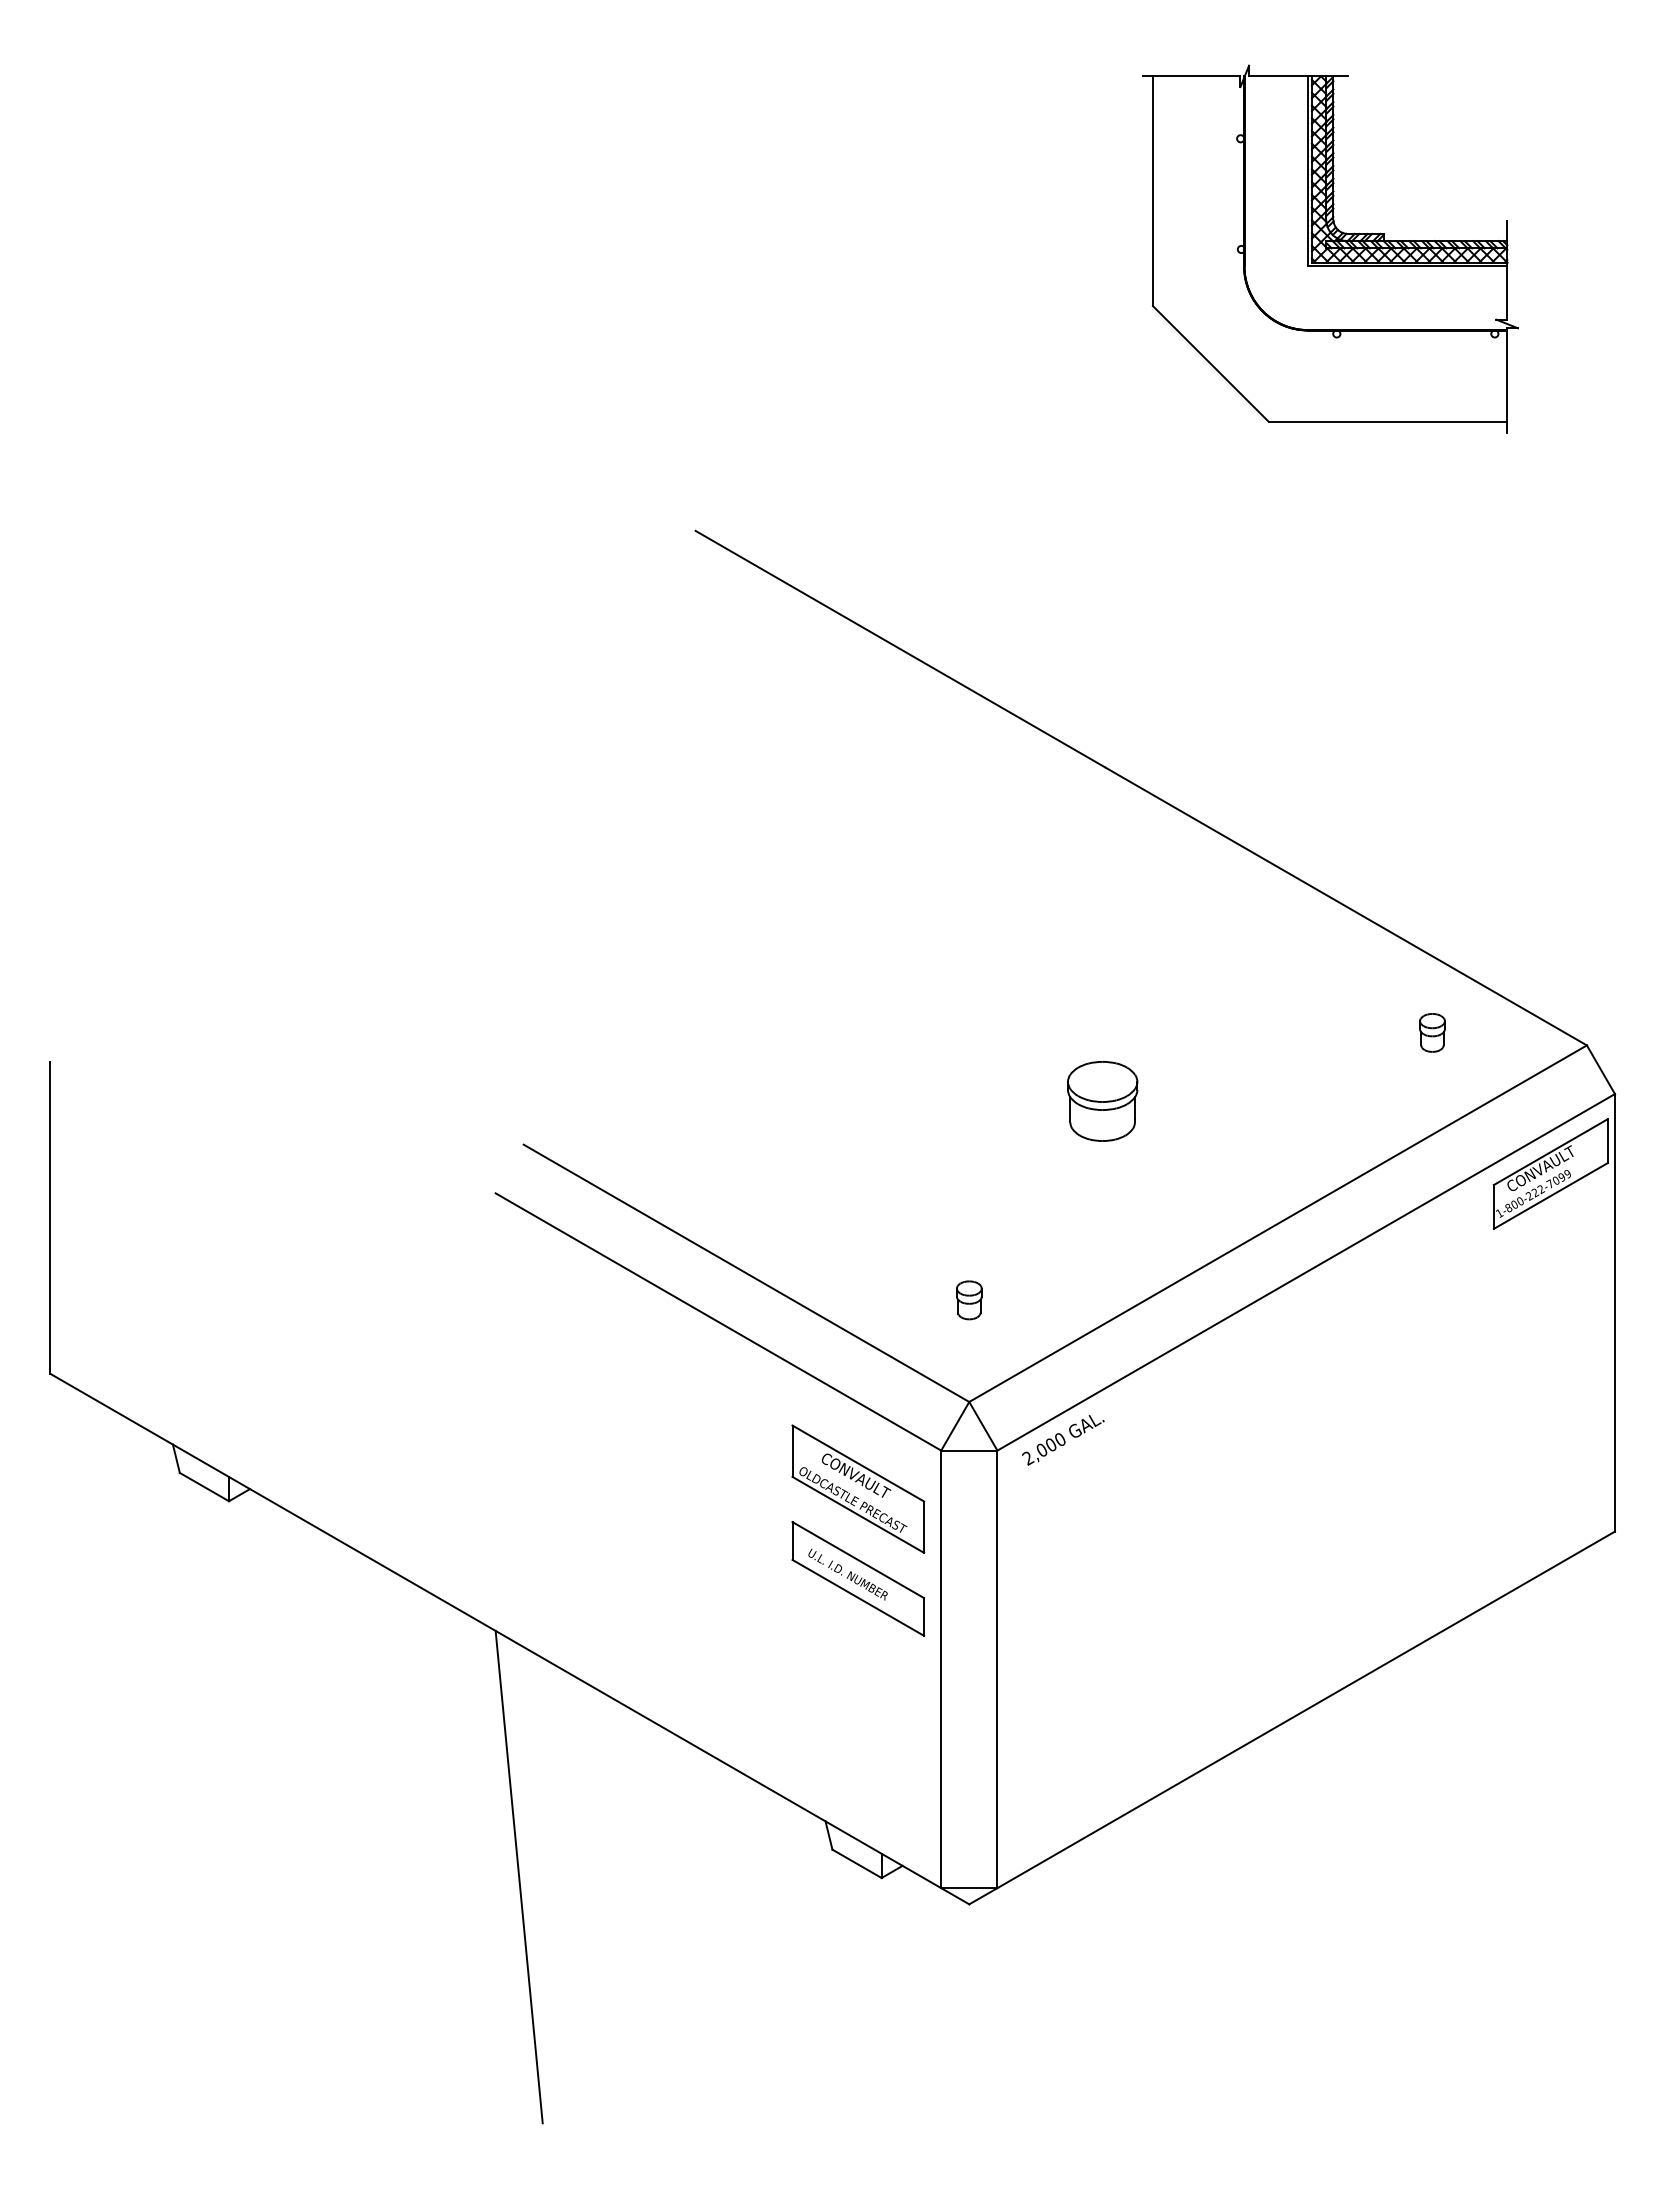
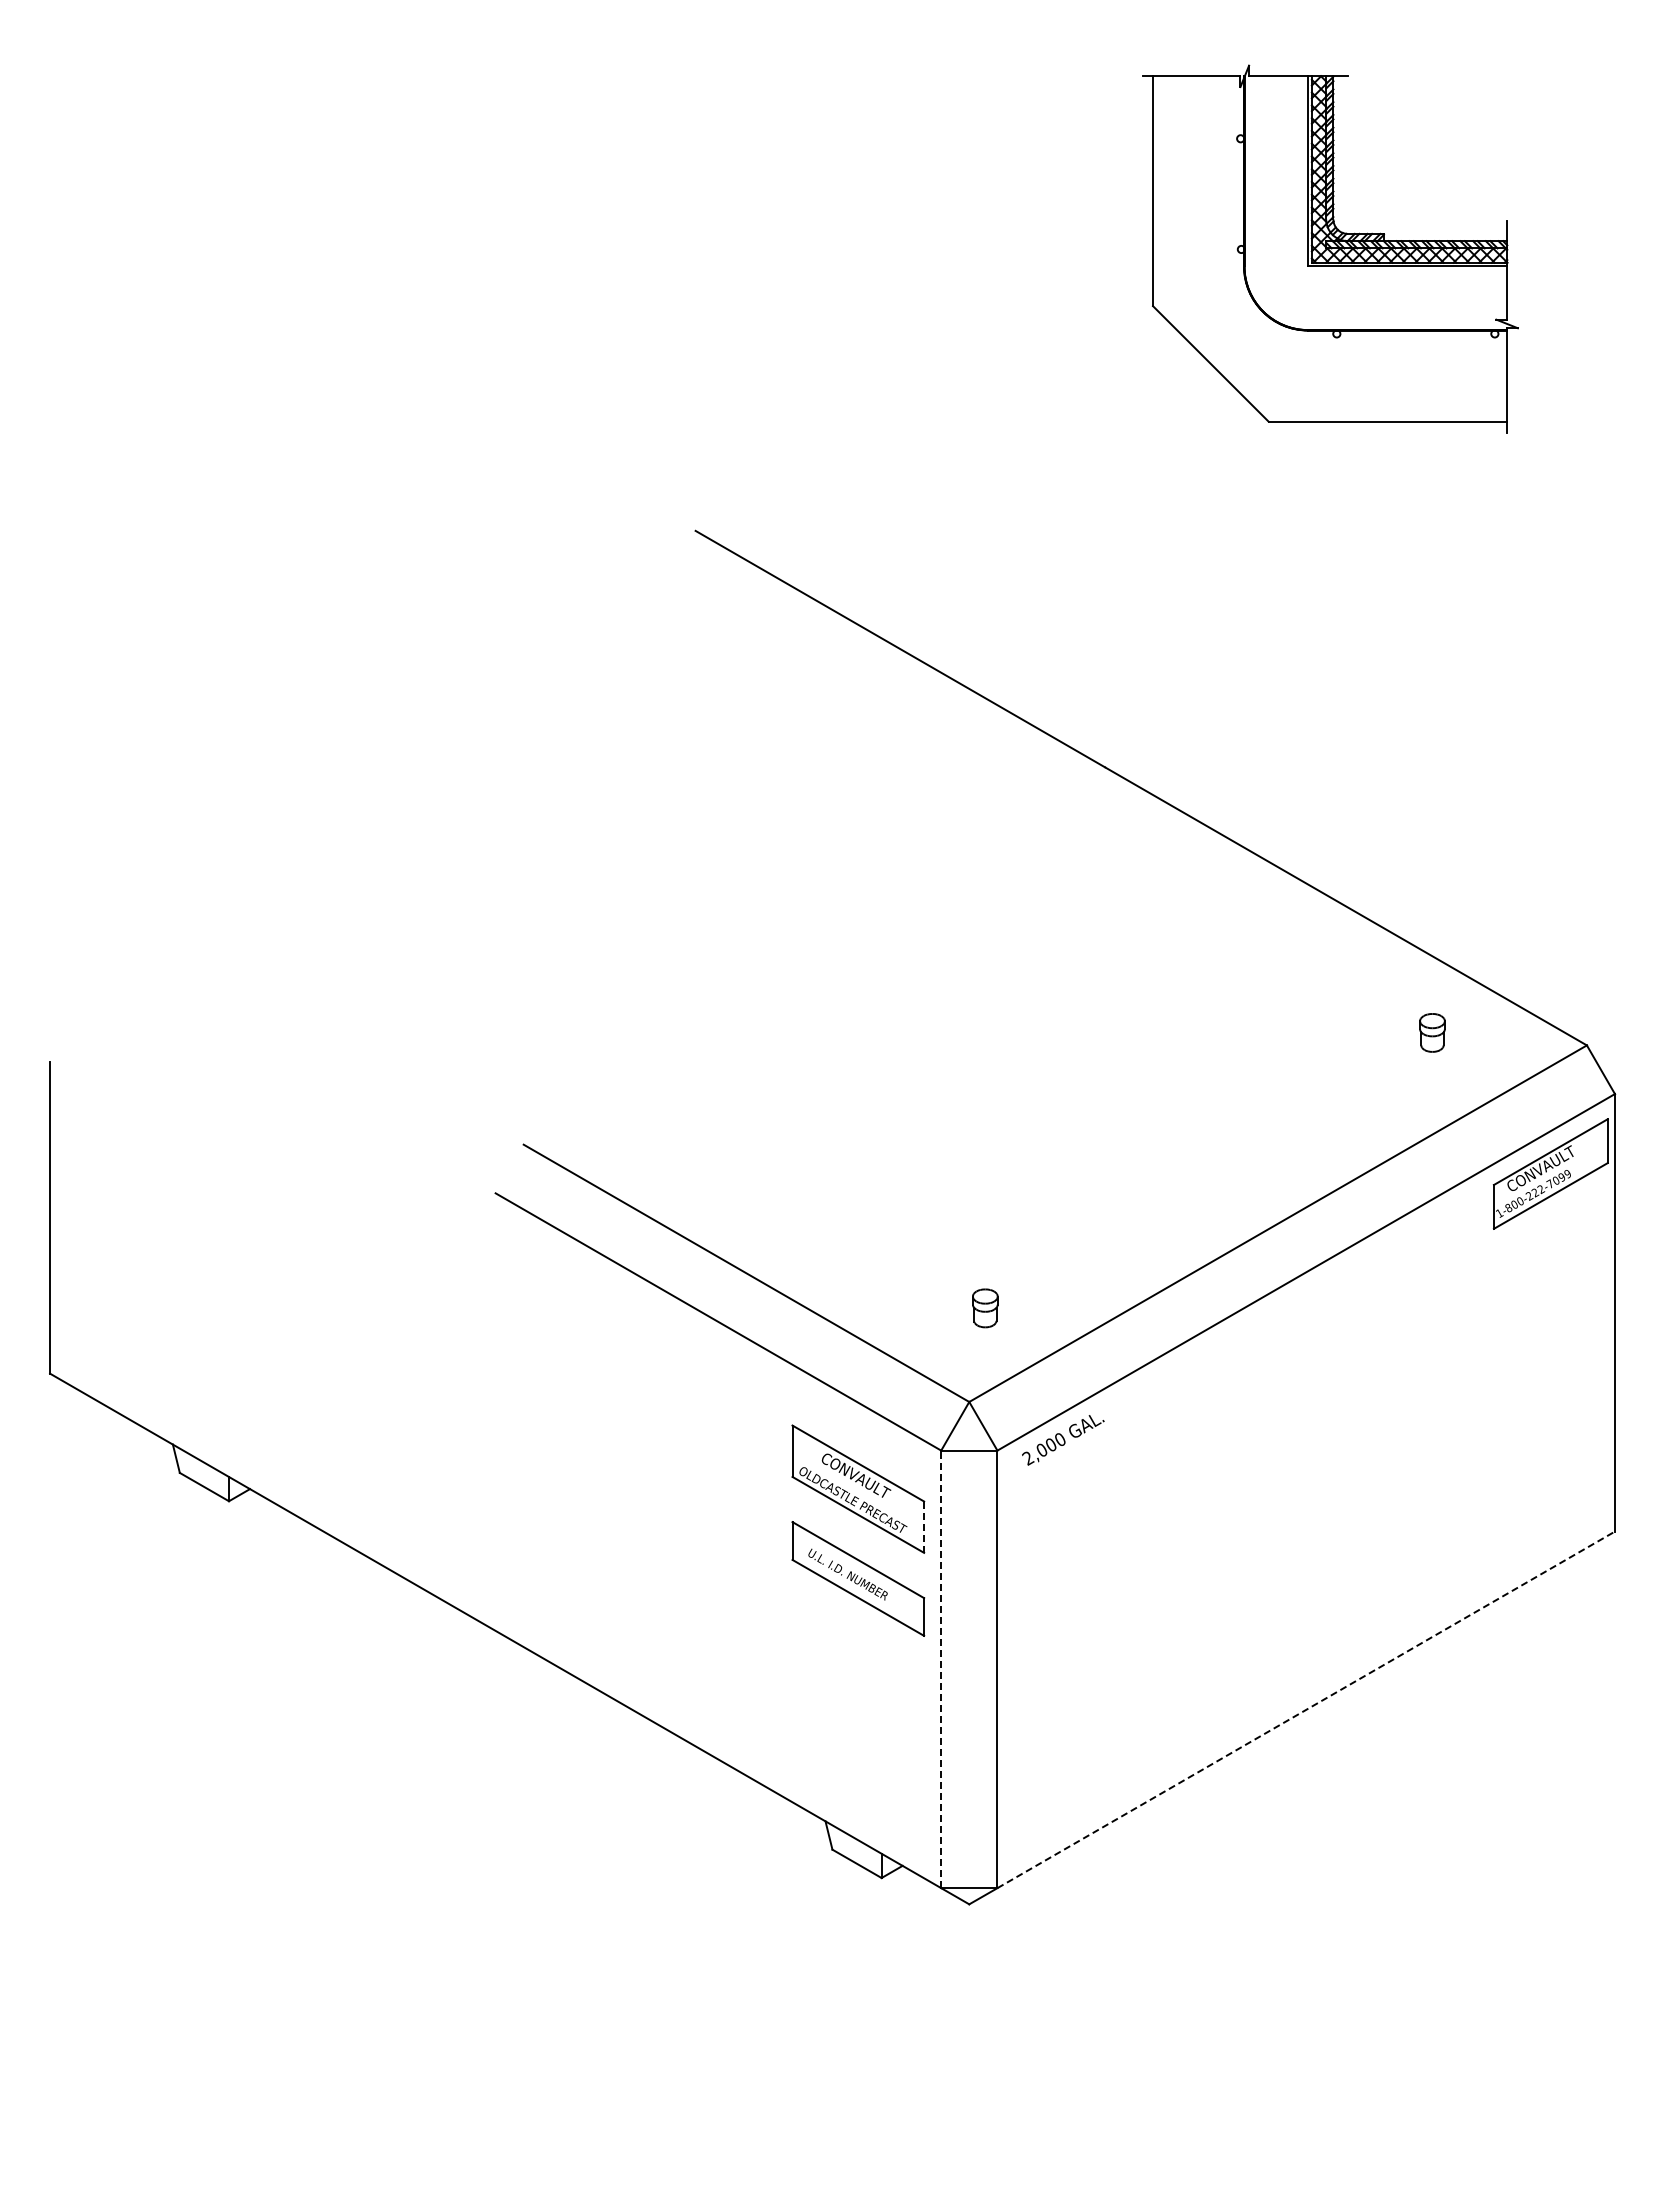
part at (1102, 1101): present -> none
part at (969, 1300) position: (969, 1300) -> (985, 1308)
line at (924, 1527): solid -> dashed
line at (941, 1669): solid -> dashed
line at (1306, 1709): solid -> dashed
line at (518, 1876): present -> none
